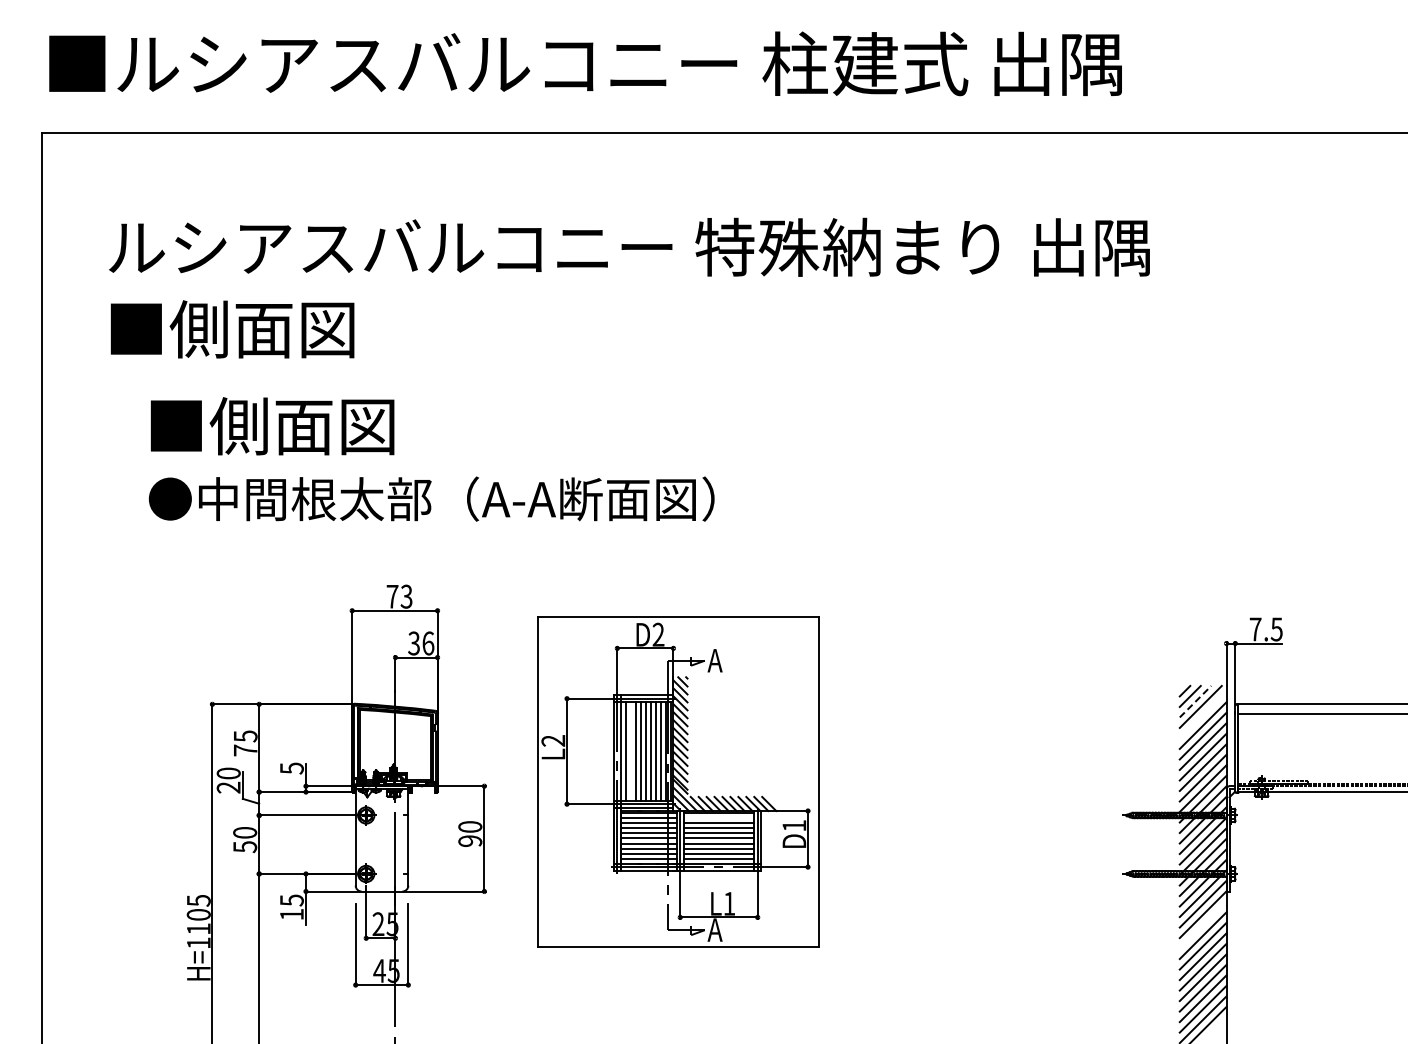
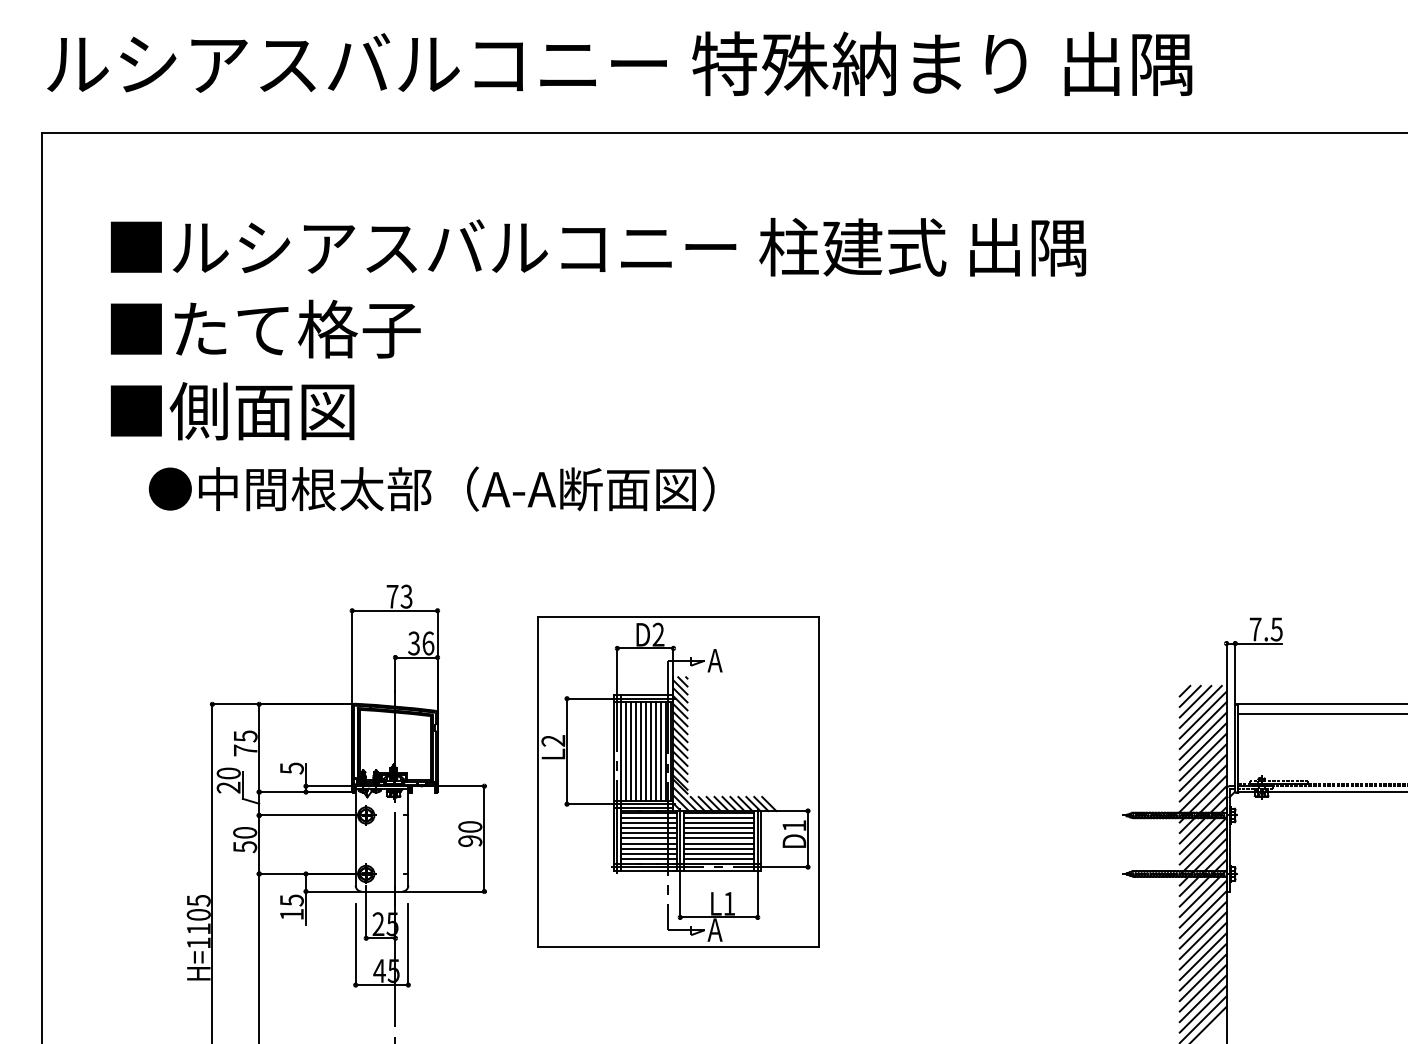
text at (619, 63): ■ルシアスバルコニー 柱建式 出隅 -> ルシアスバルコニー 特殊納まり 出隅
text at (629, 246): ルシアスバルコニー 特殊納まり 出隅 -> ■ルシアスバルコニー 柱建式 出隅
text at (294, 328): ■側面図 -> ■たて格子
text at (272, 426) position: (272, 426) -> (232, 411)
text at (431, 498) position: (431, 498) -> (431, 488)
line at (1195, 701): dashed -> solid
line at (1202, 714): none -> present
line at (630, 751): none -> present
line at (718, 818): none -> present
line at (1202, 924): none -> present
